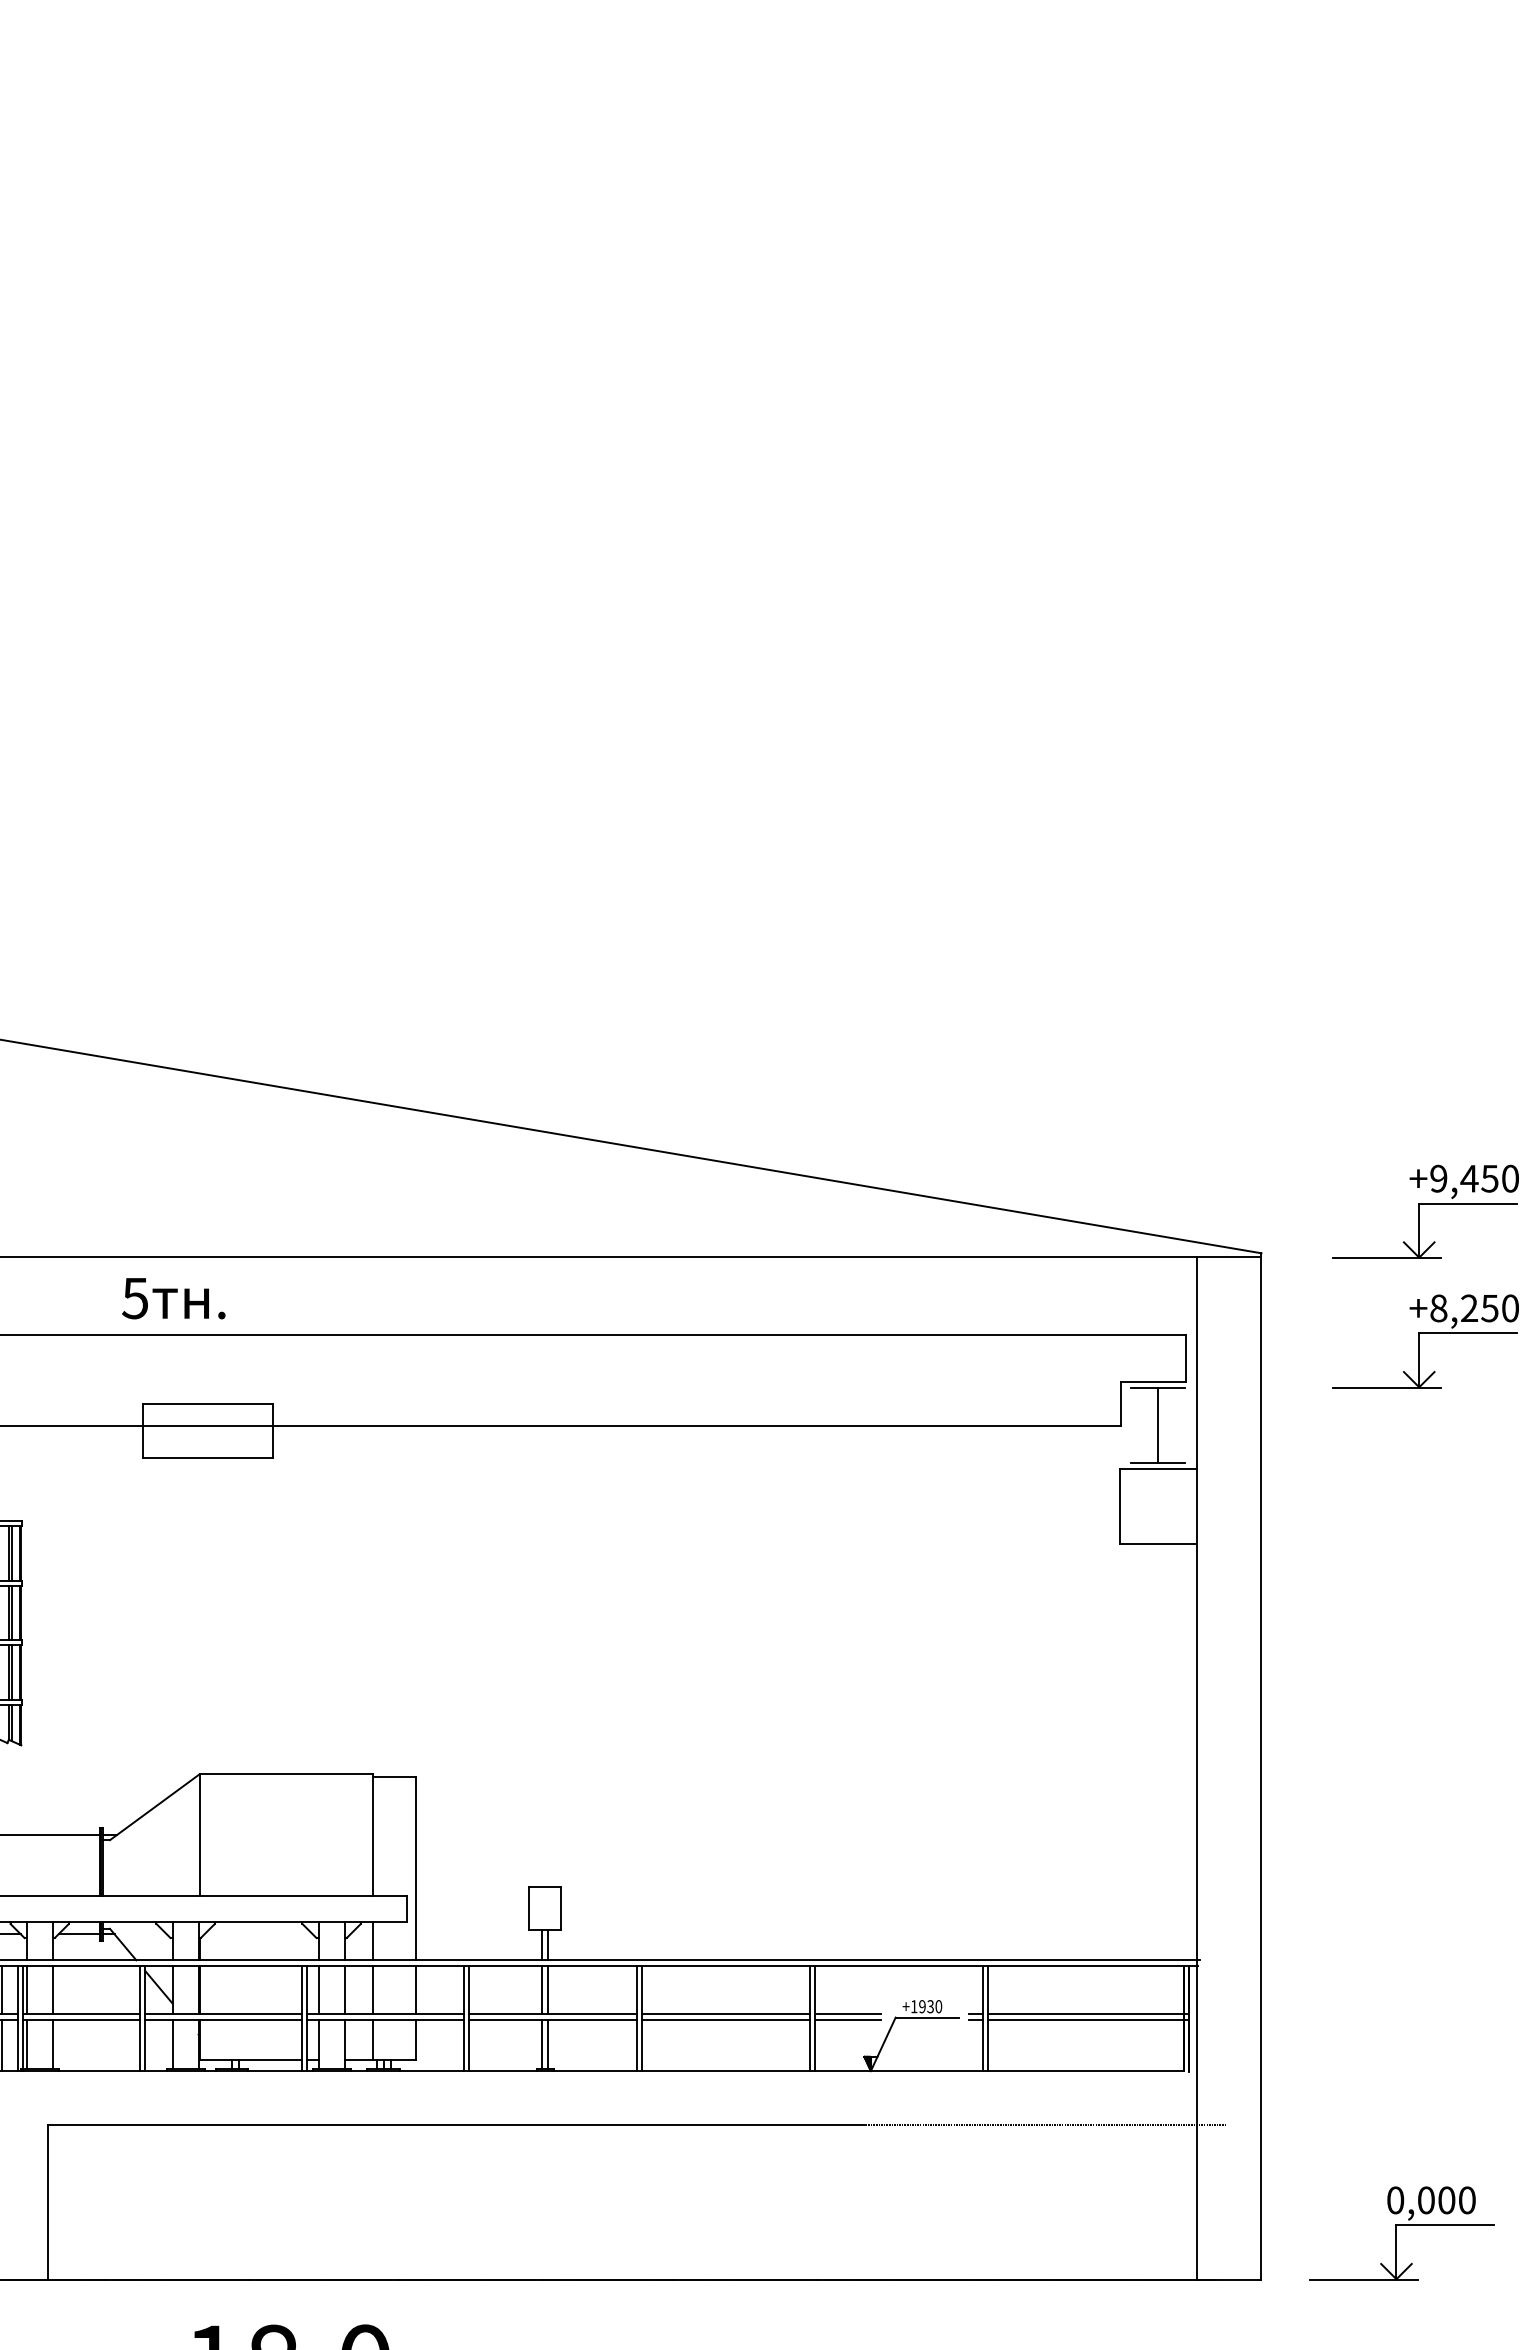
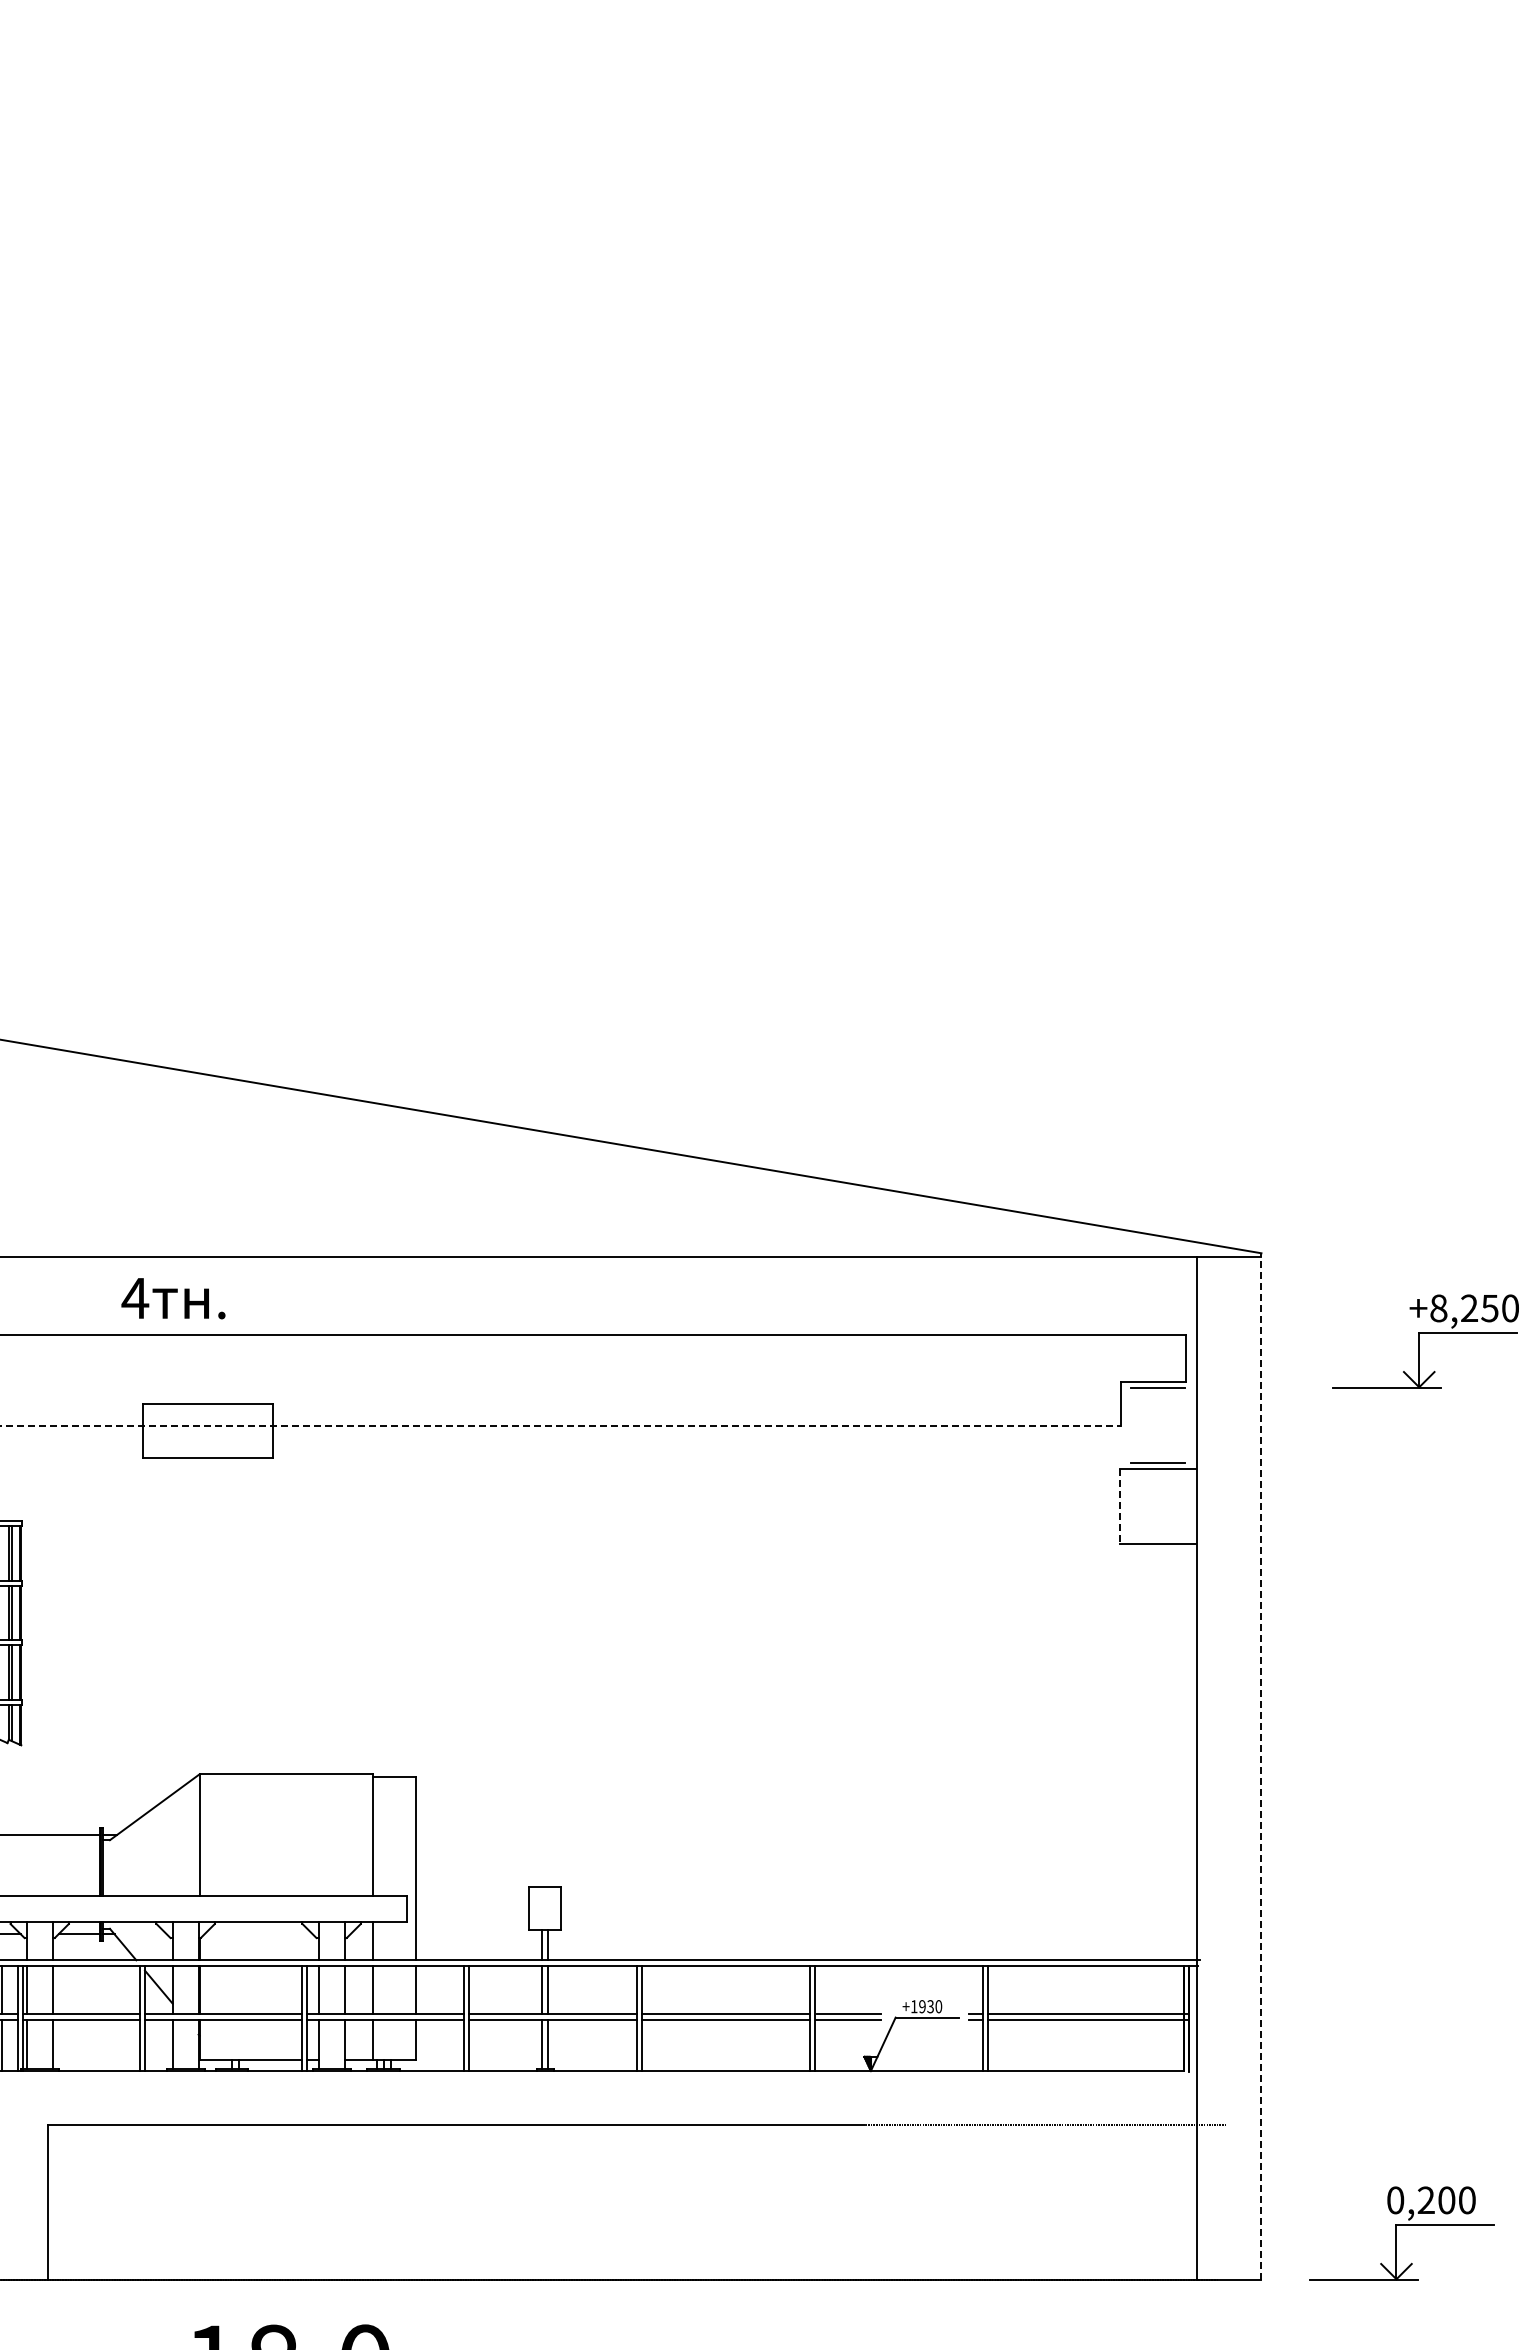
part at (1425, 1211): present -> none
text at (135, 1298): 5 -> 4
line at (561, 1425): solid -> dashed
line at (1158, 1425): present -> none
line at (1120, 1506): solid -> dashed
line at (1261, 1766): solid -> dashed
text at (1425, 2200): 0,000 -> 0,200
